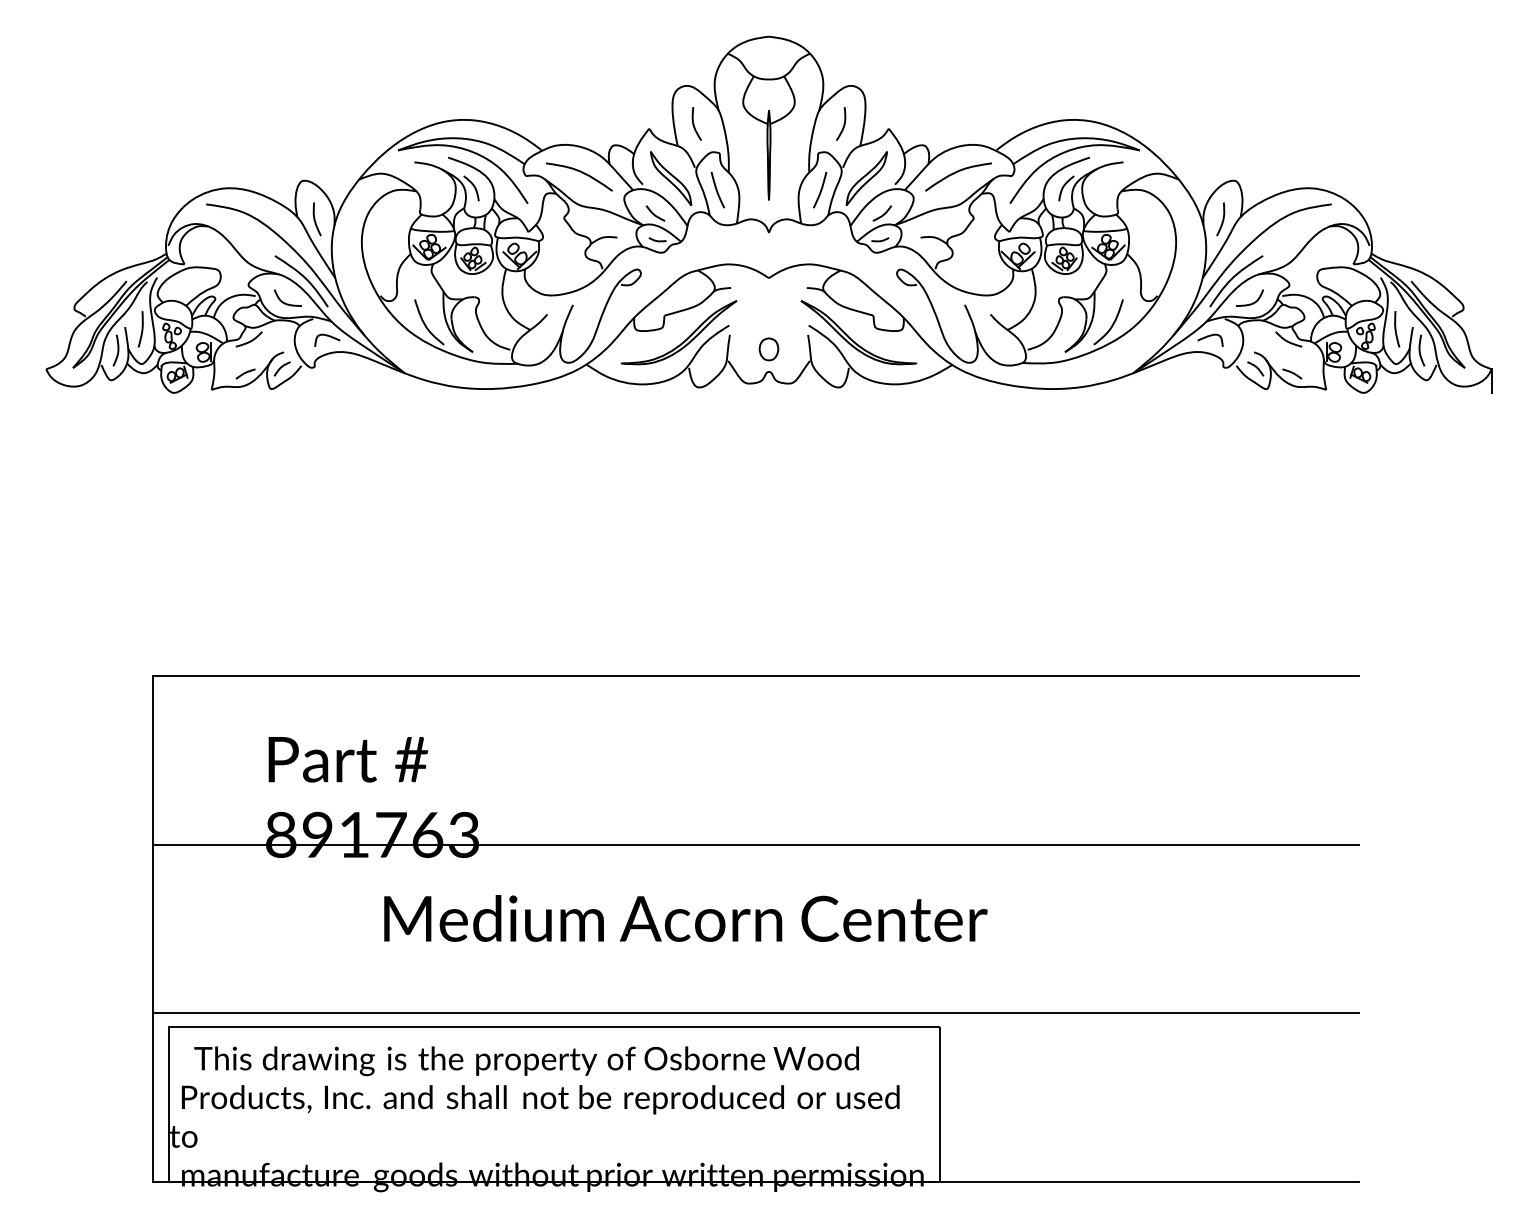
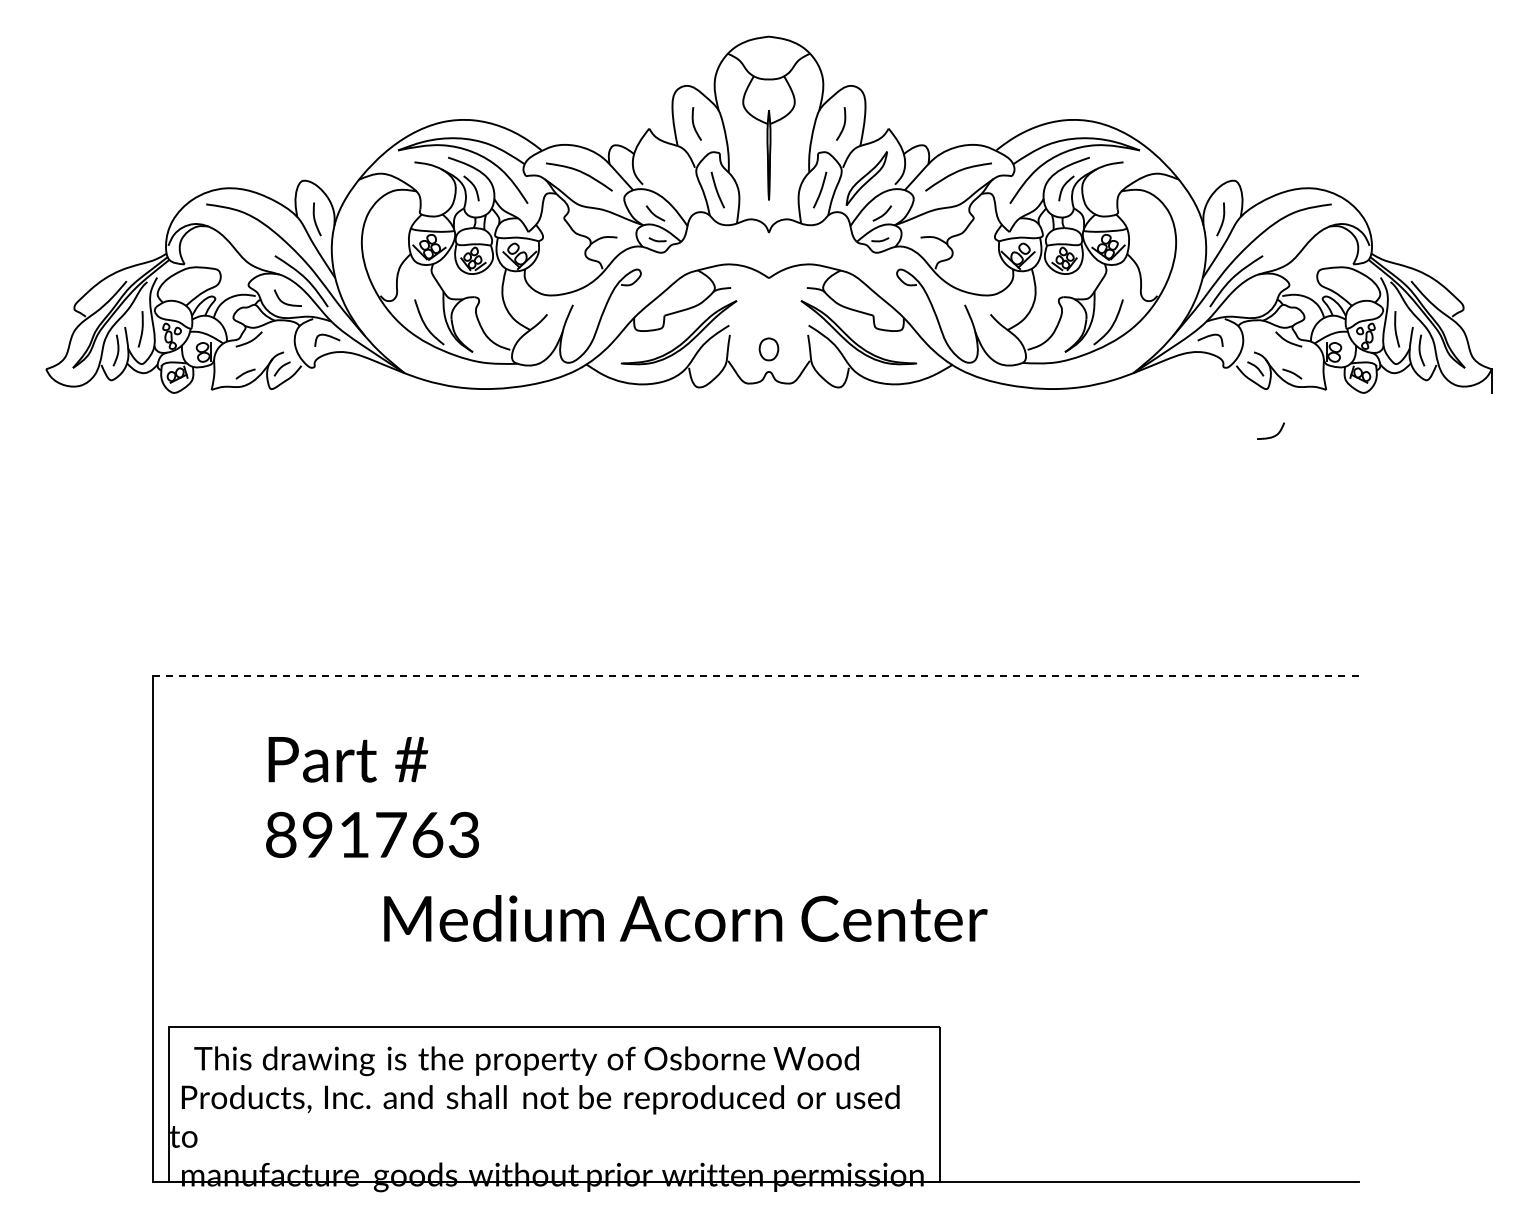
part at (671, 178): present -> none
curve at (1252, 302) position: (1252, 302) -> (1273, 435)
line at (756, 675): solid -> dashed
line at (755, 844): present -> none
line at (755, 1013): present -> none
